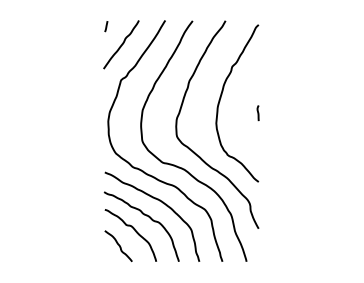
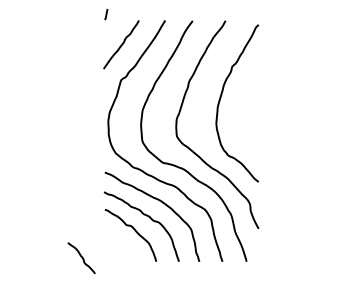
curve at (106, 26) position: (106, 26) -> (106, 14)
line at (257, 113): present -> none
curve at (118, 245) position: (118, 245) -> (81, 257)
